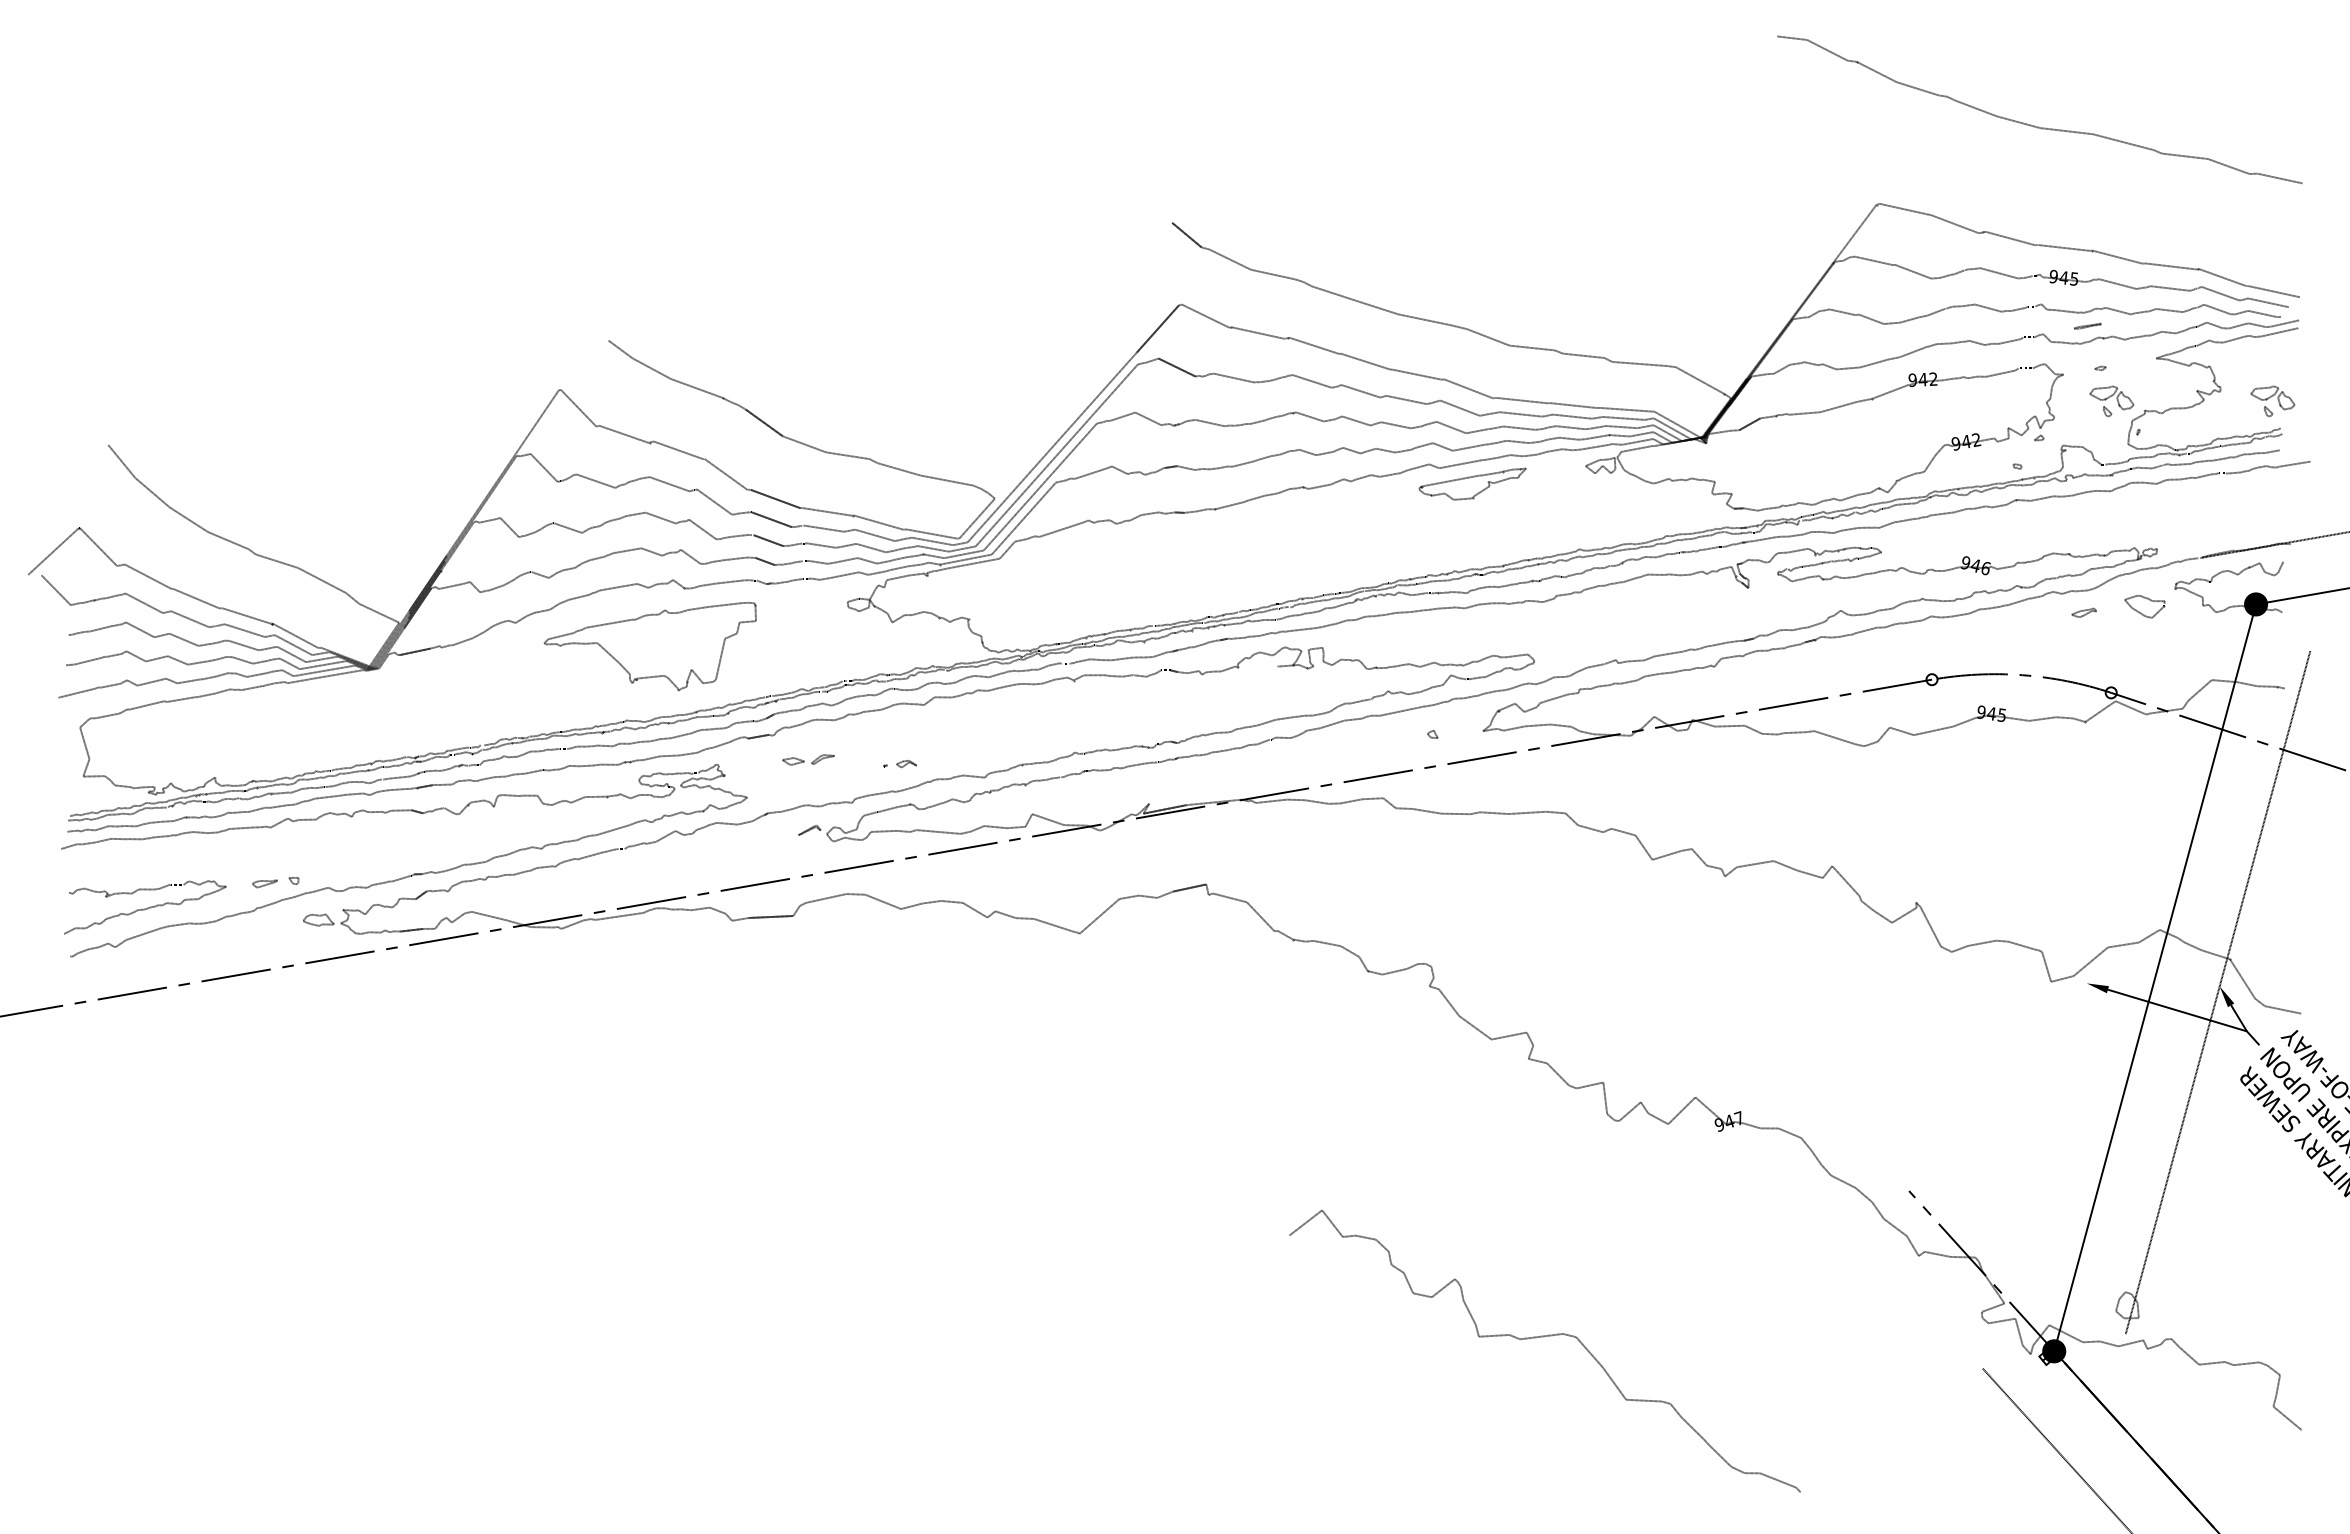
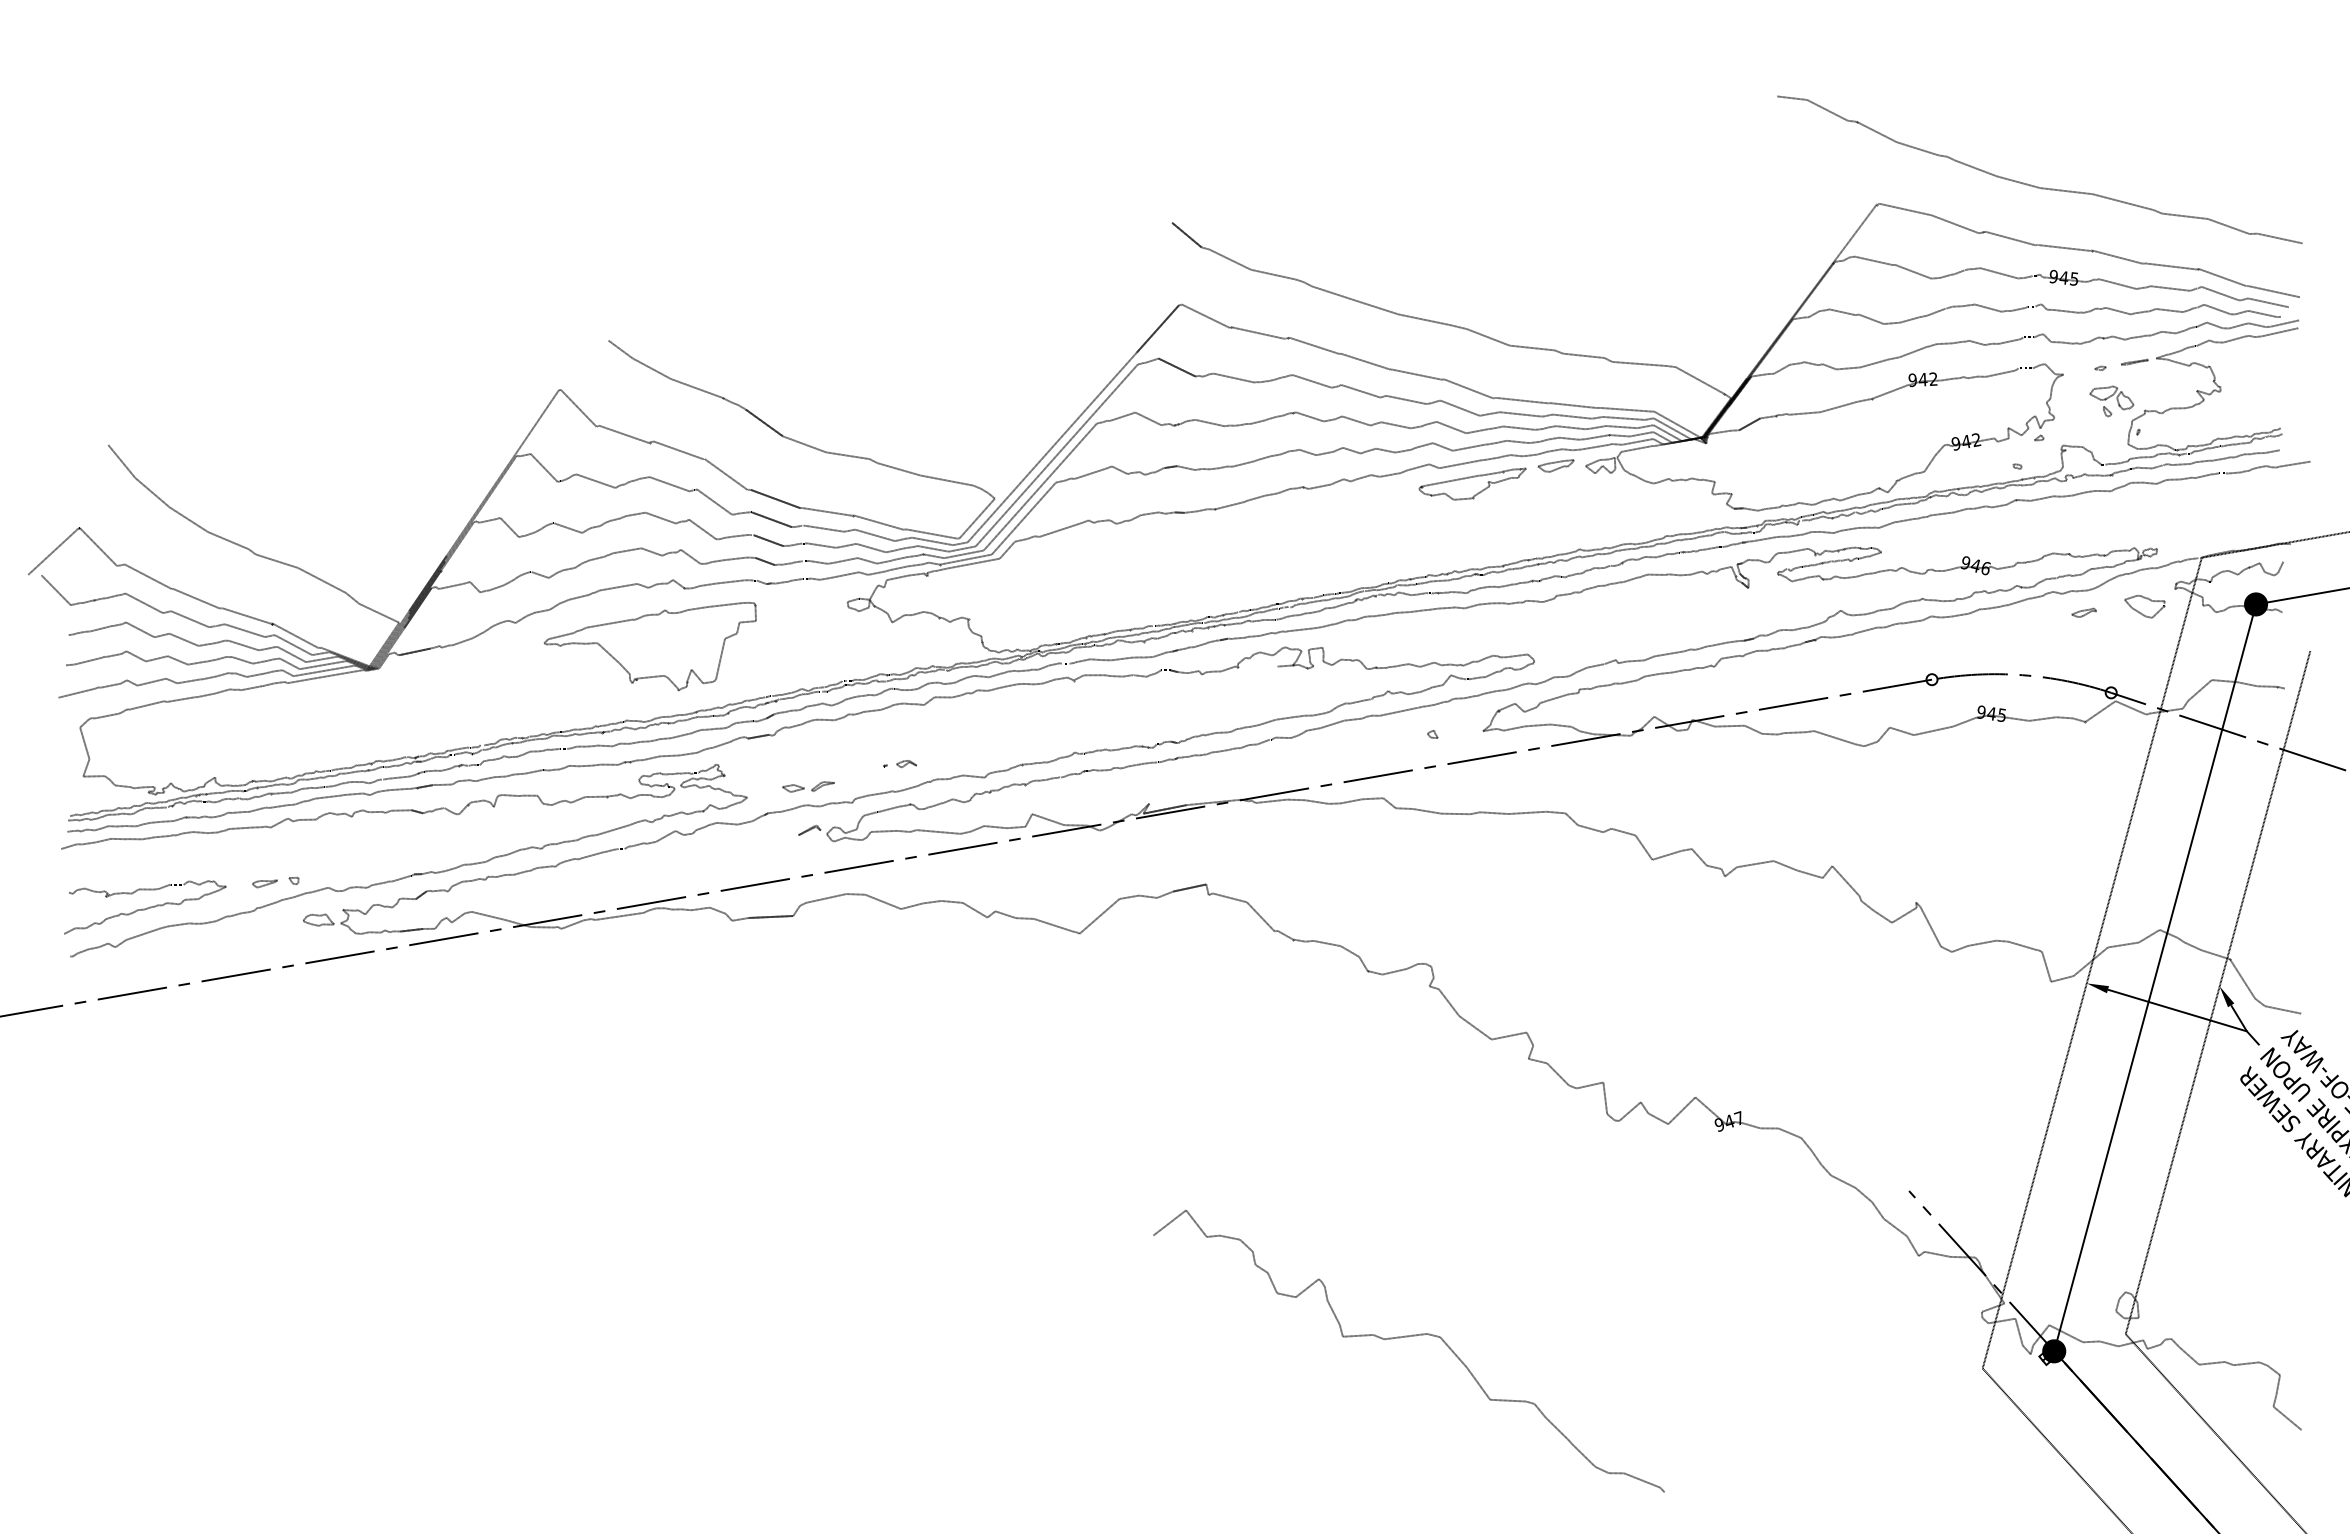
curve at (2034, 125) position: (2034, 125) -> (2034, 185)
line at (2087, 325) position: (2087, 325) -> (2134, 361)
part at (2272, 401): present -> none
part at (1555, 465): none -> present
part at (808, 759) position: (808, 759) -> (808, 786)
line at (2091, 962): none -> present
curve at (1544, 1337) position: (1544, 1337) -> (1408, 1337)
line at (2214, 1432): none -> present
